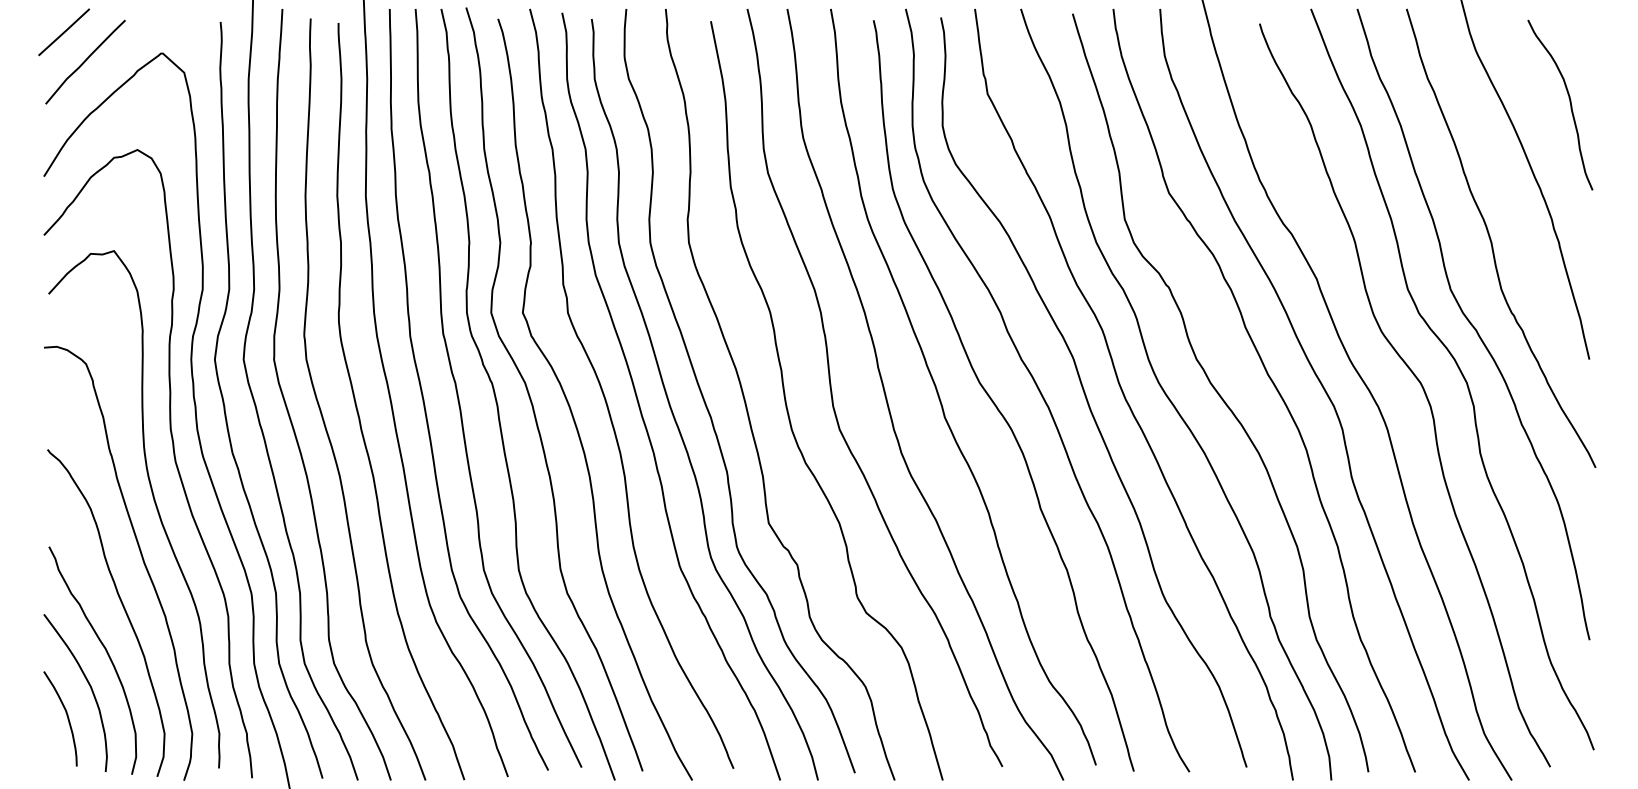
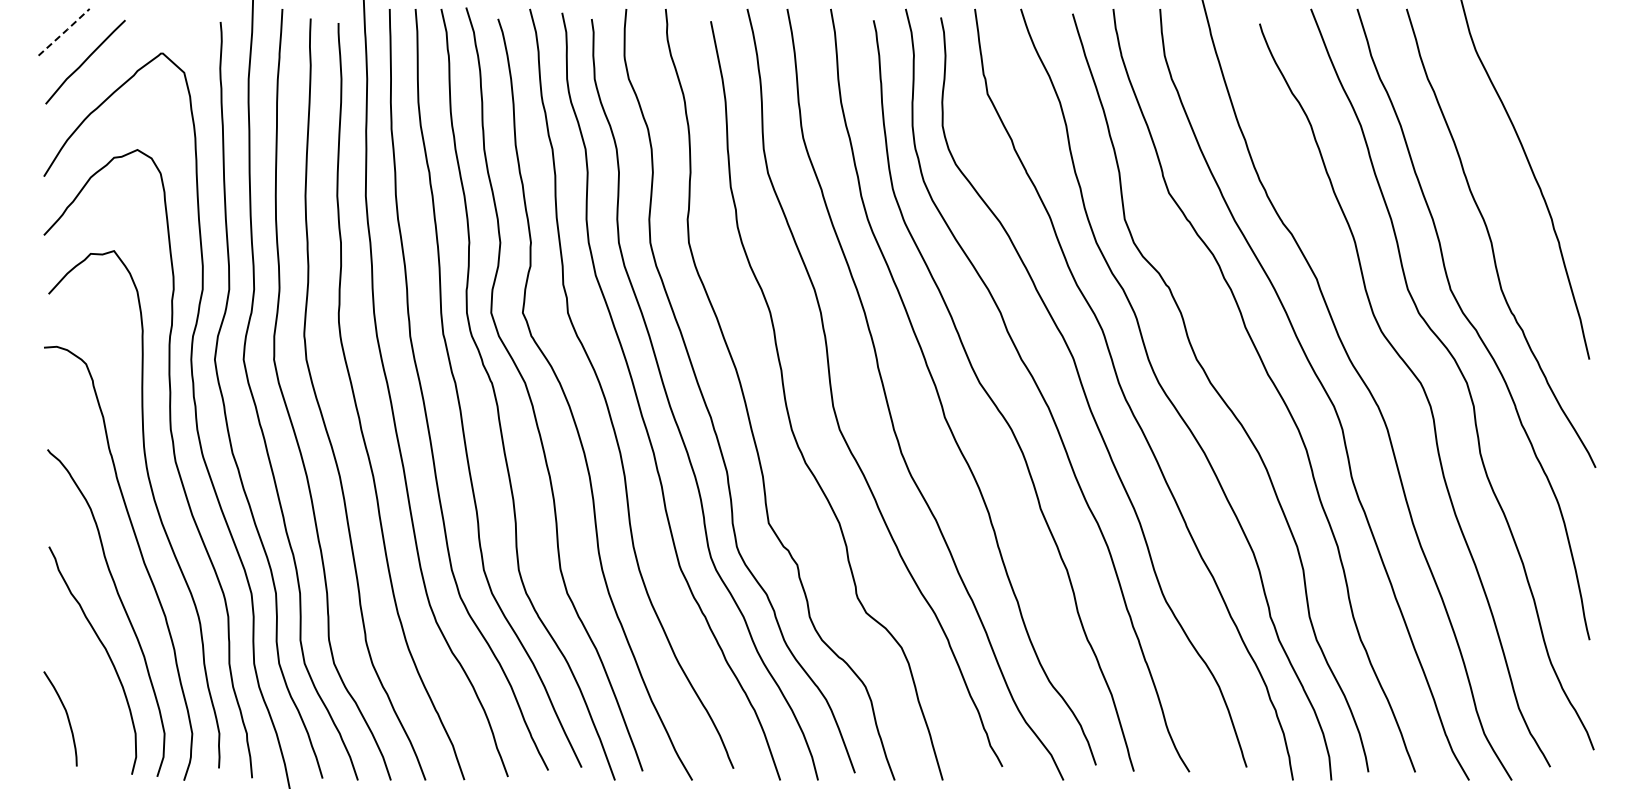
line at (65, 31): solid -> dashed
curve at (1569, 102): present -> none
curve at (89, 686): present -> none
